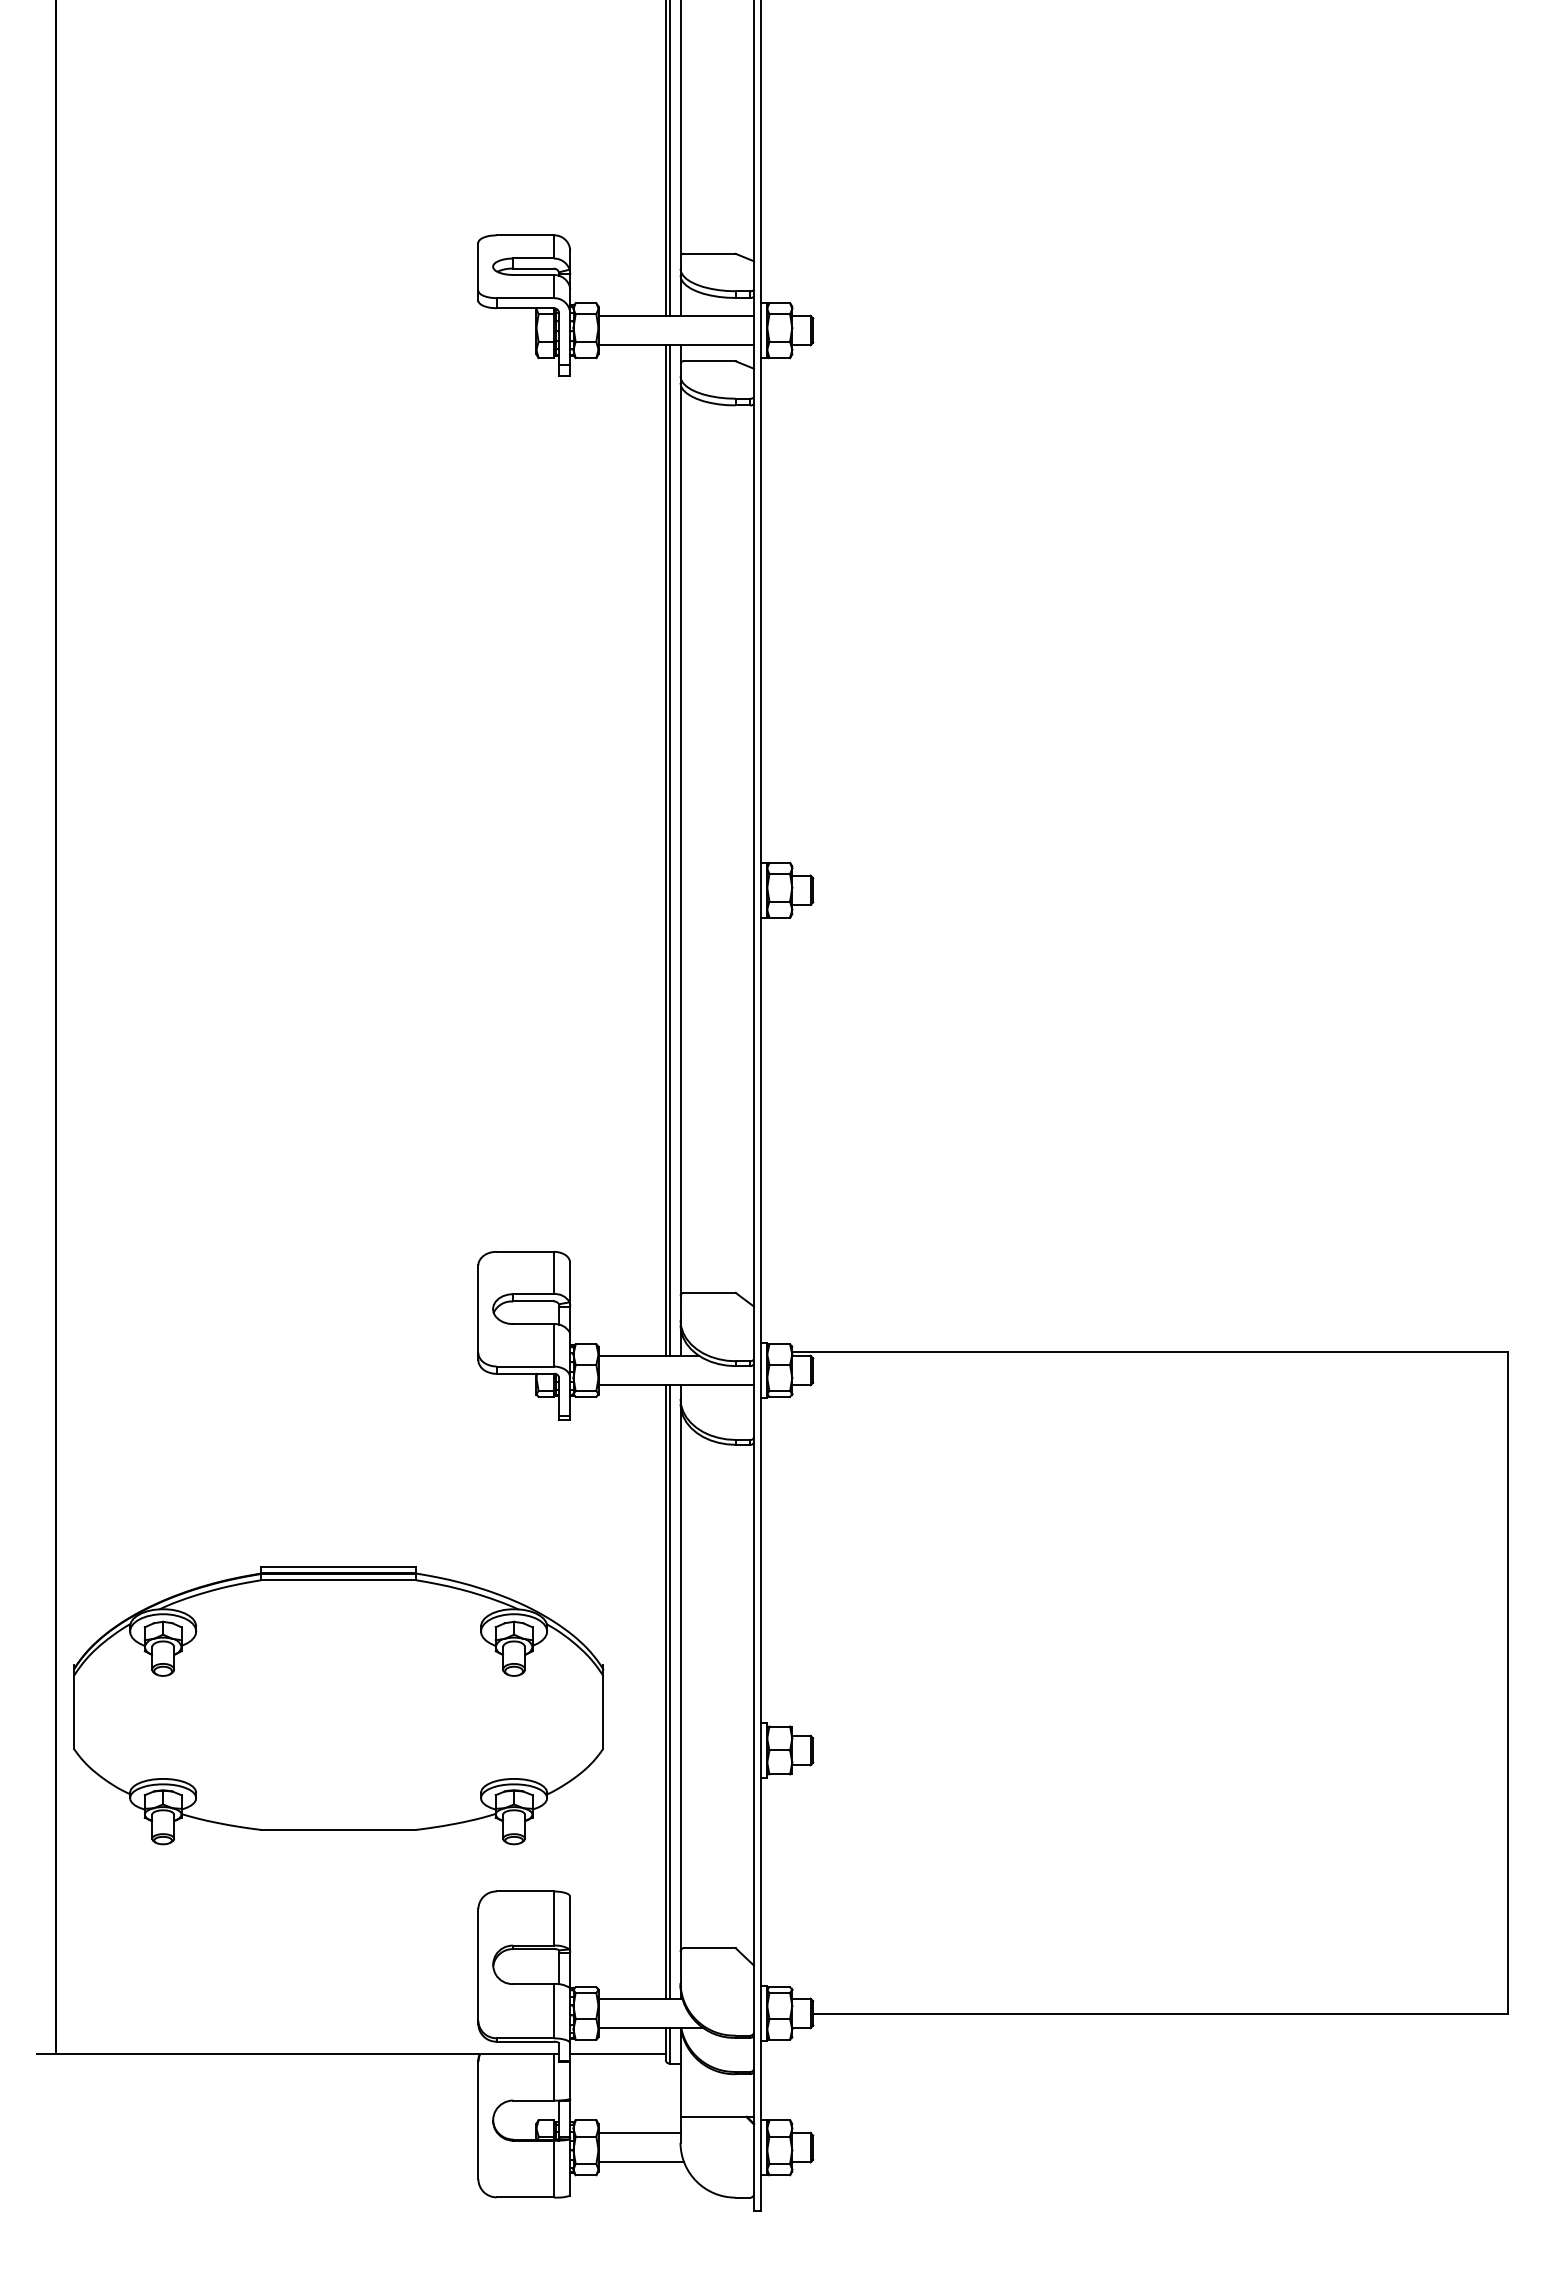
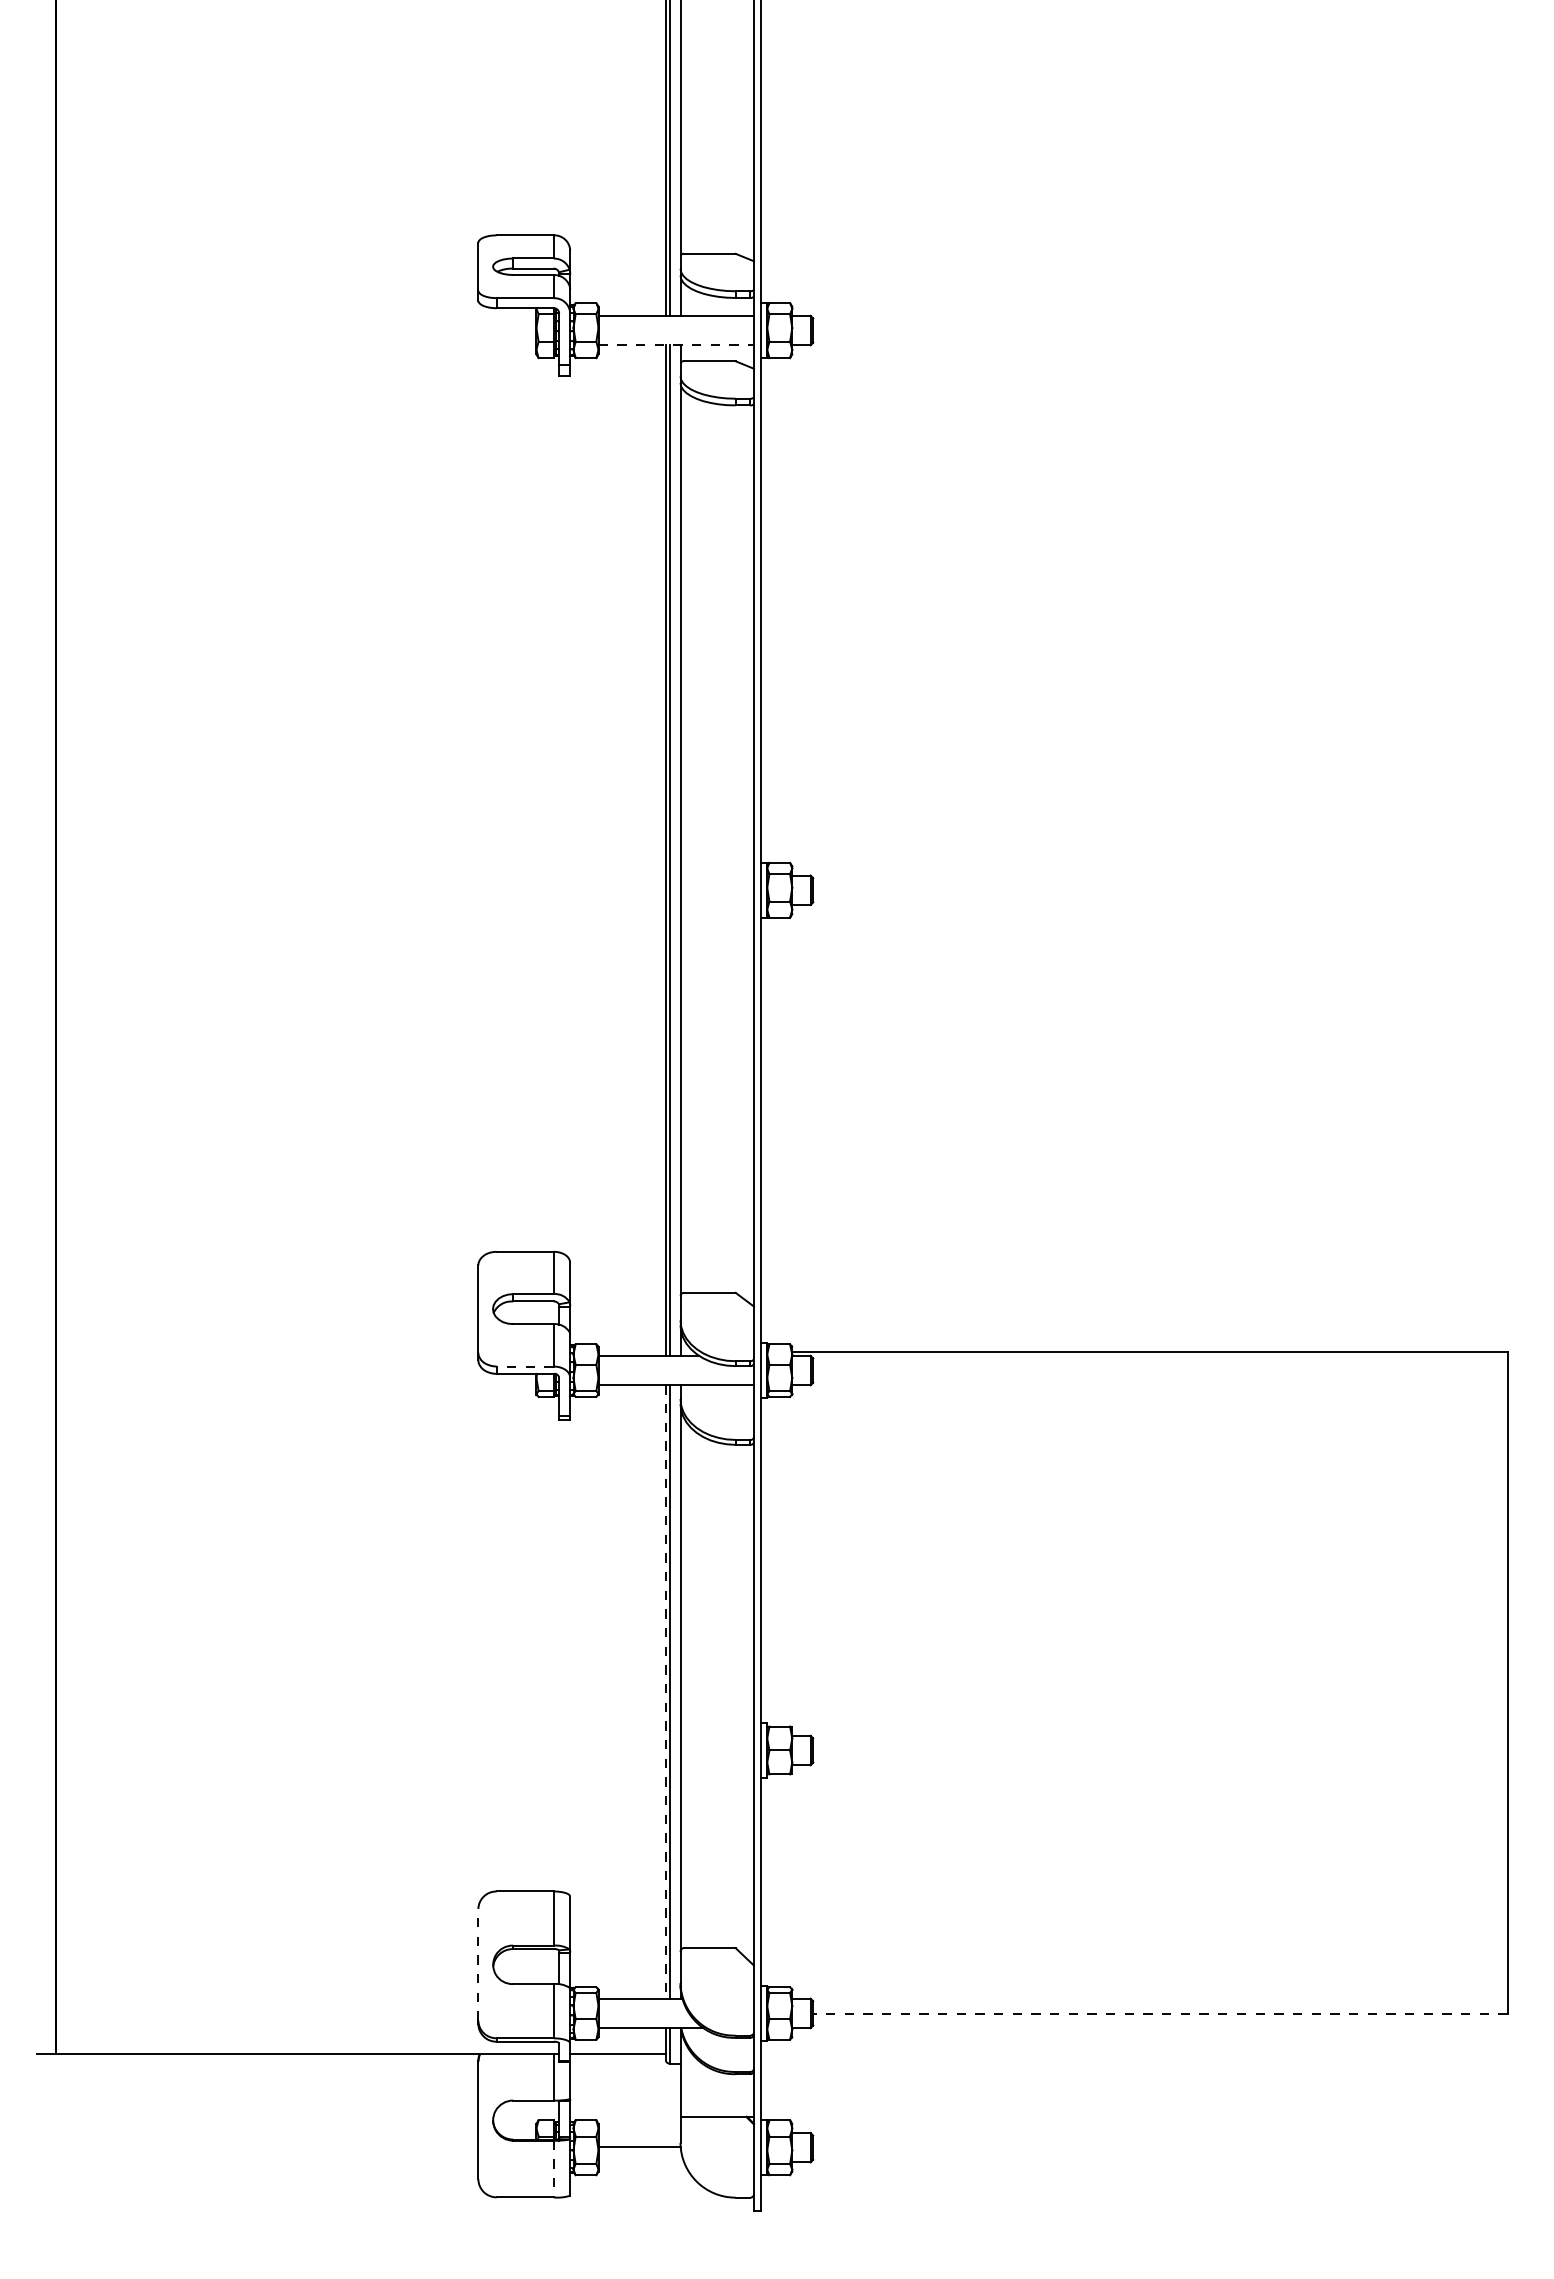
line at (676, 345): solid -> dashed
line at (525, 1366): solid -> dashed
line at (665, 1691): solid -> dashed
part at (338, 1705): present -> none
line at (478, 1964): solid -> dashed
line at (1159, 2013): solid -> dashed
line at (639, 2133) position: (639, 2133) -> (639, 2147)
line at (641, 2162): present -> none
line at (553, 2169): solid -> dashed
